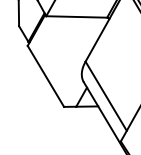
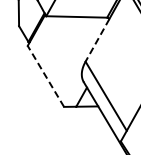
line at (97, 40): solid -> dashed
line at (45, 75): solid -> dashed
